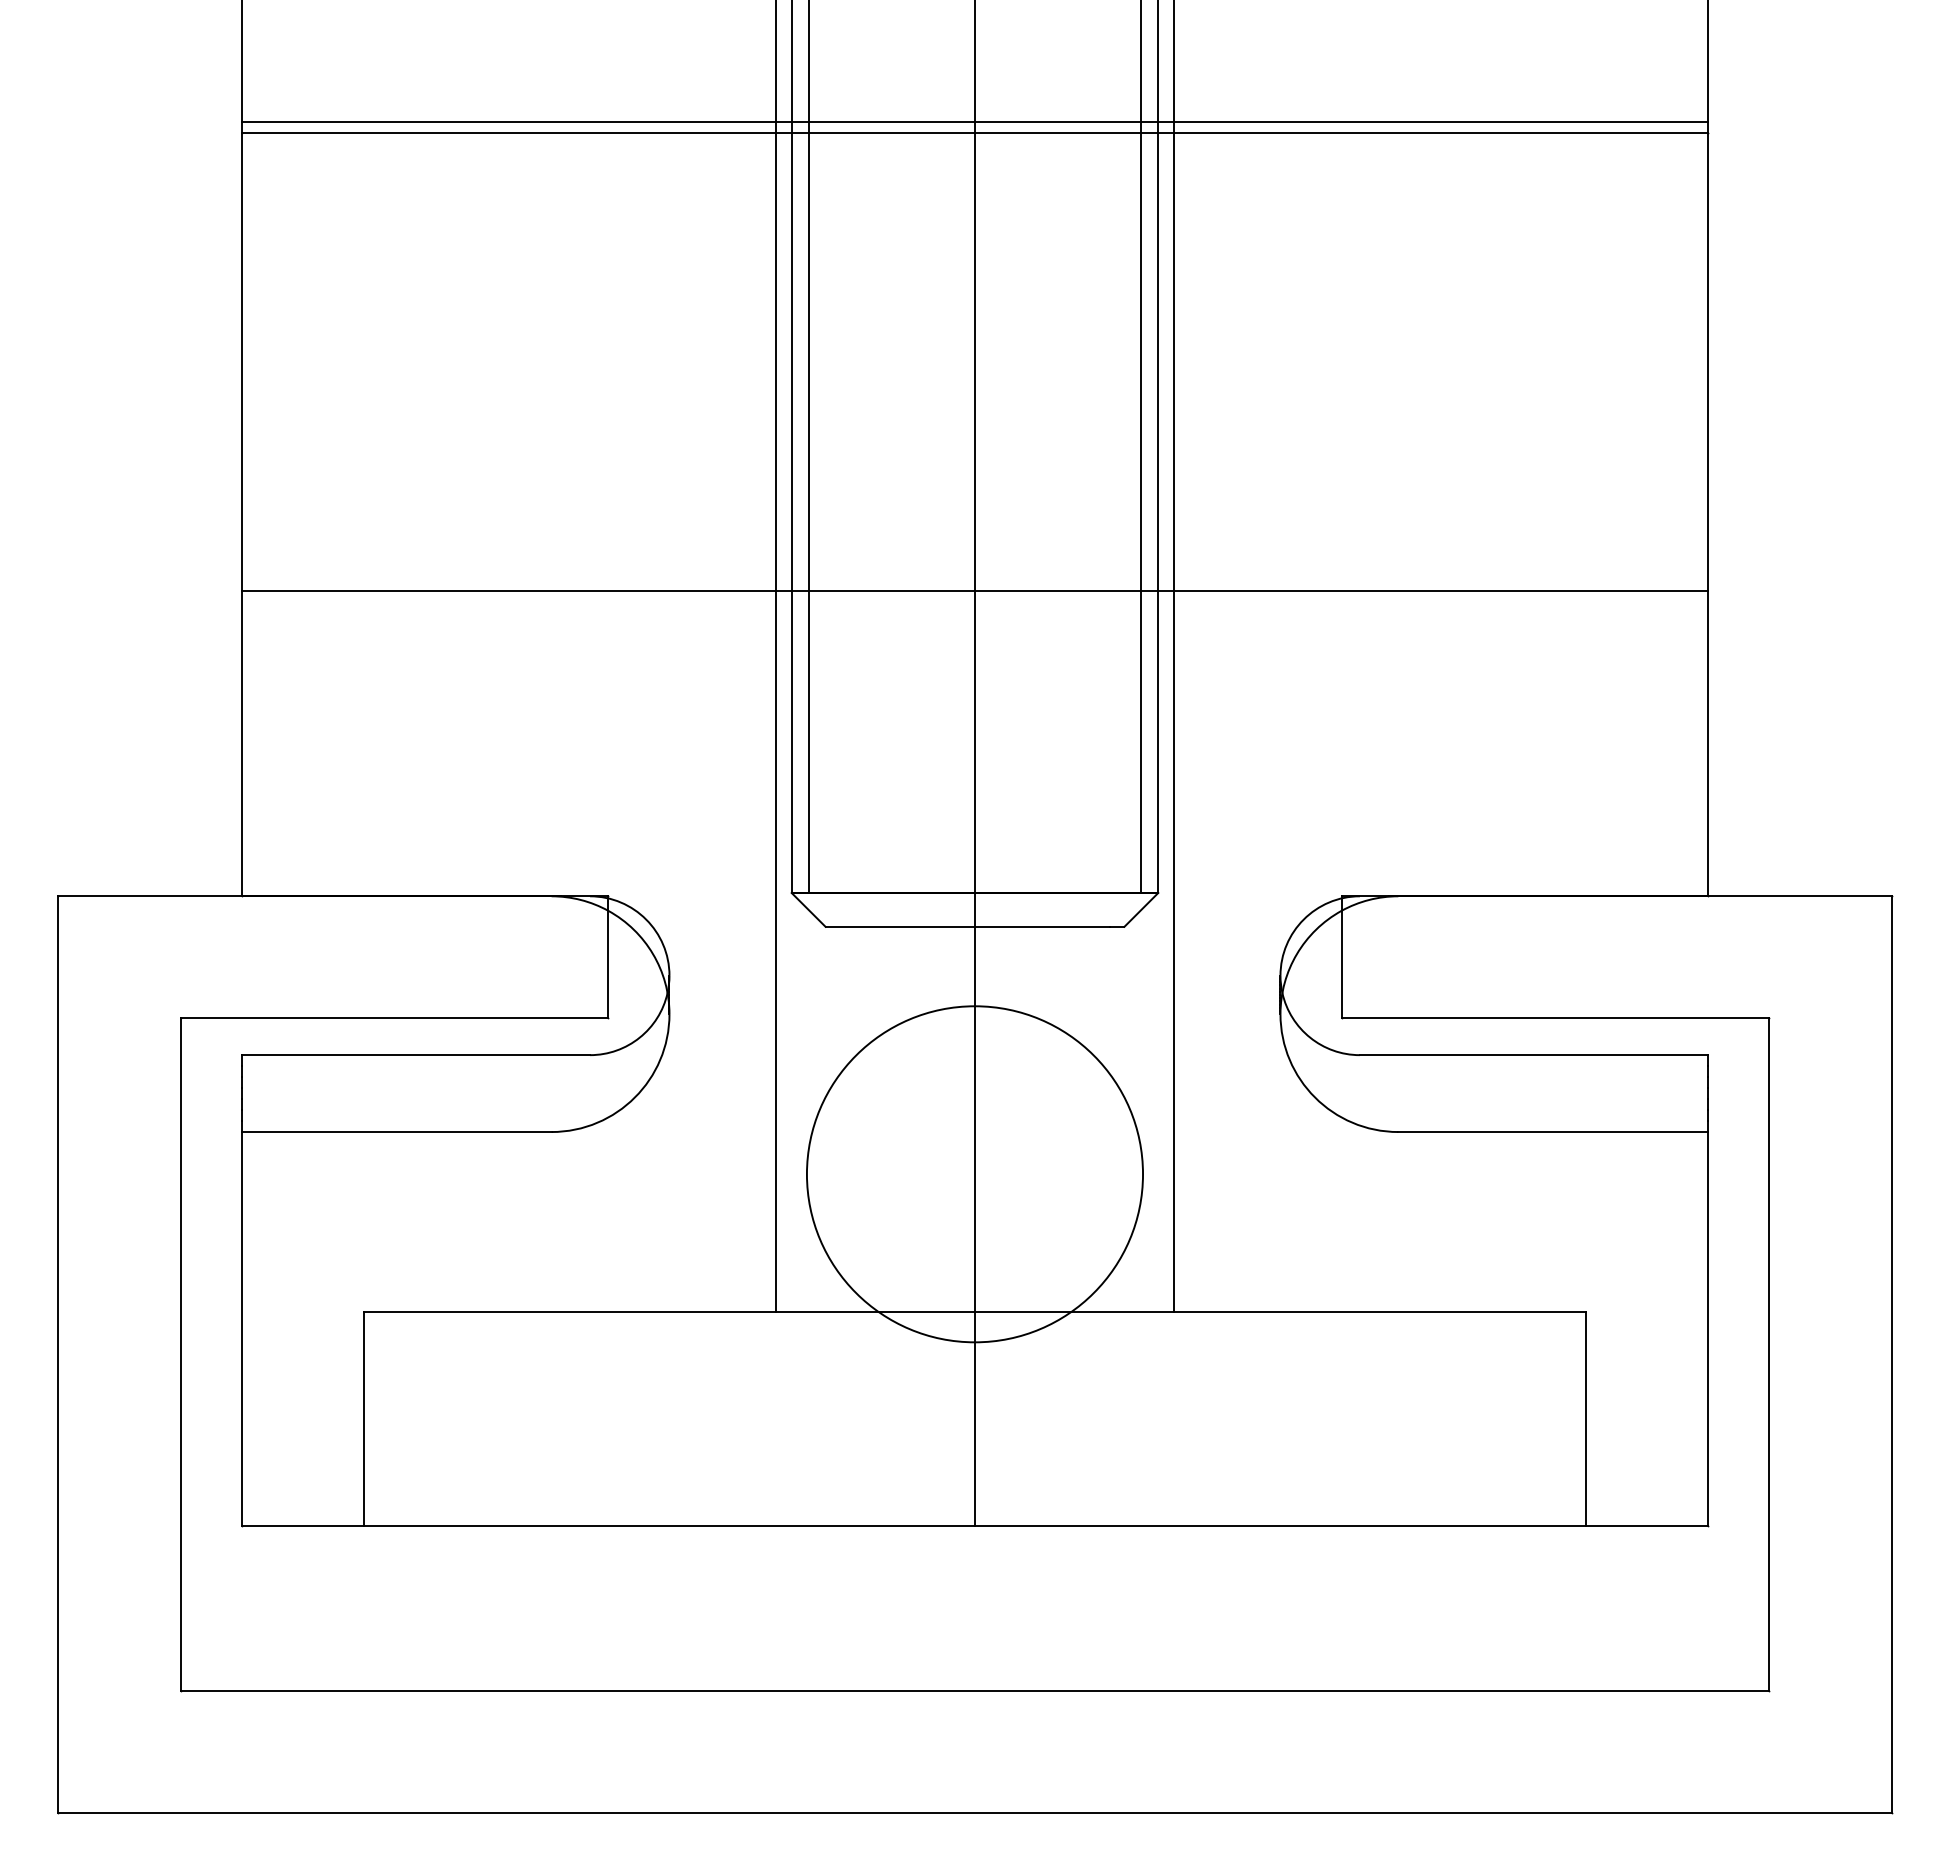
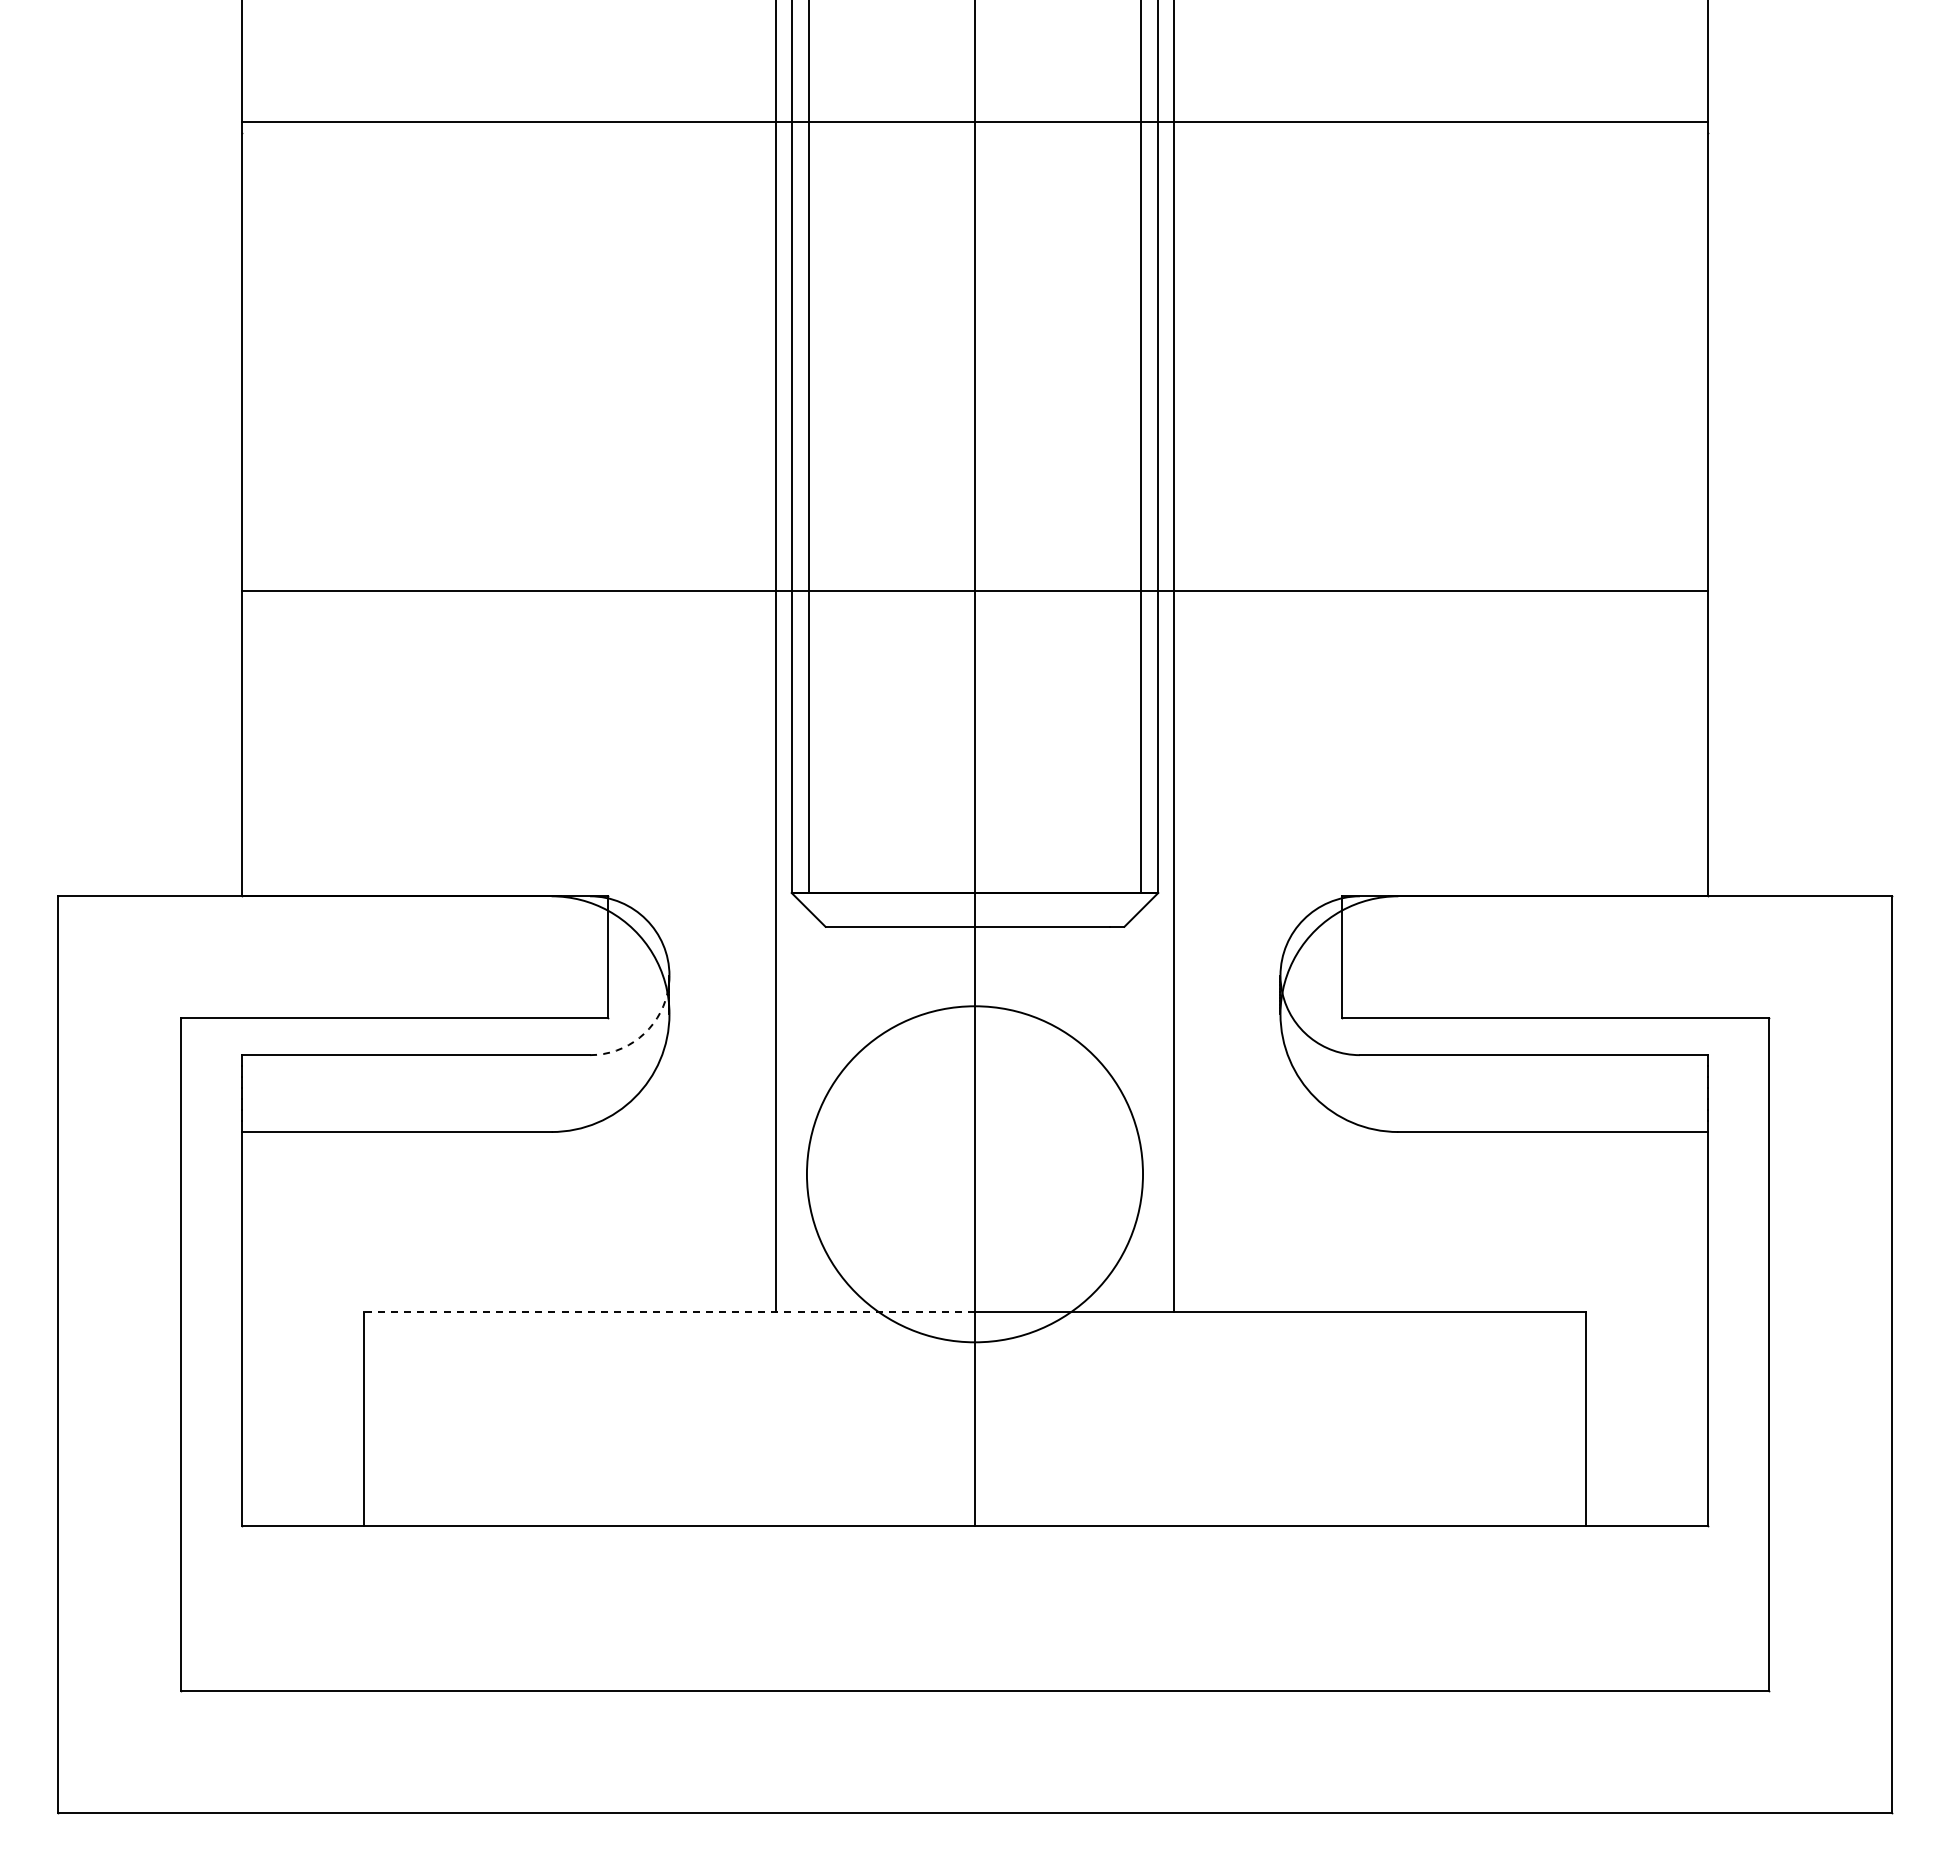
line at (974, 132): present -> none
arc at (639, 1037): solid -> dashed
line at (669, 1311): solid -> dashed
